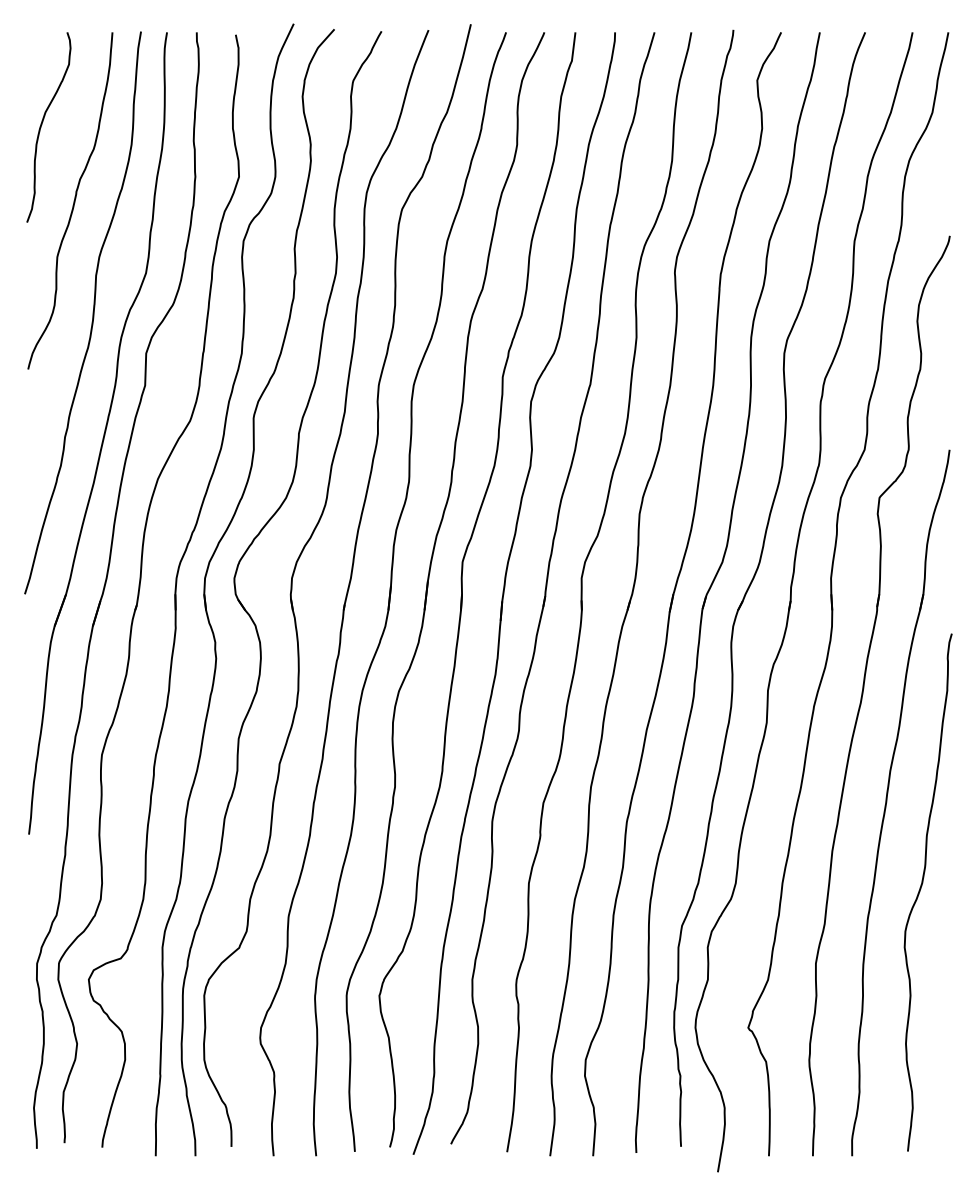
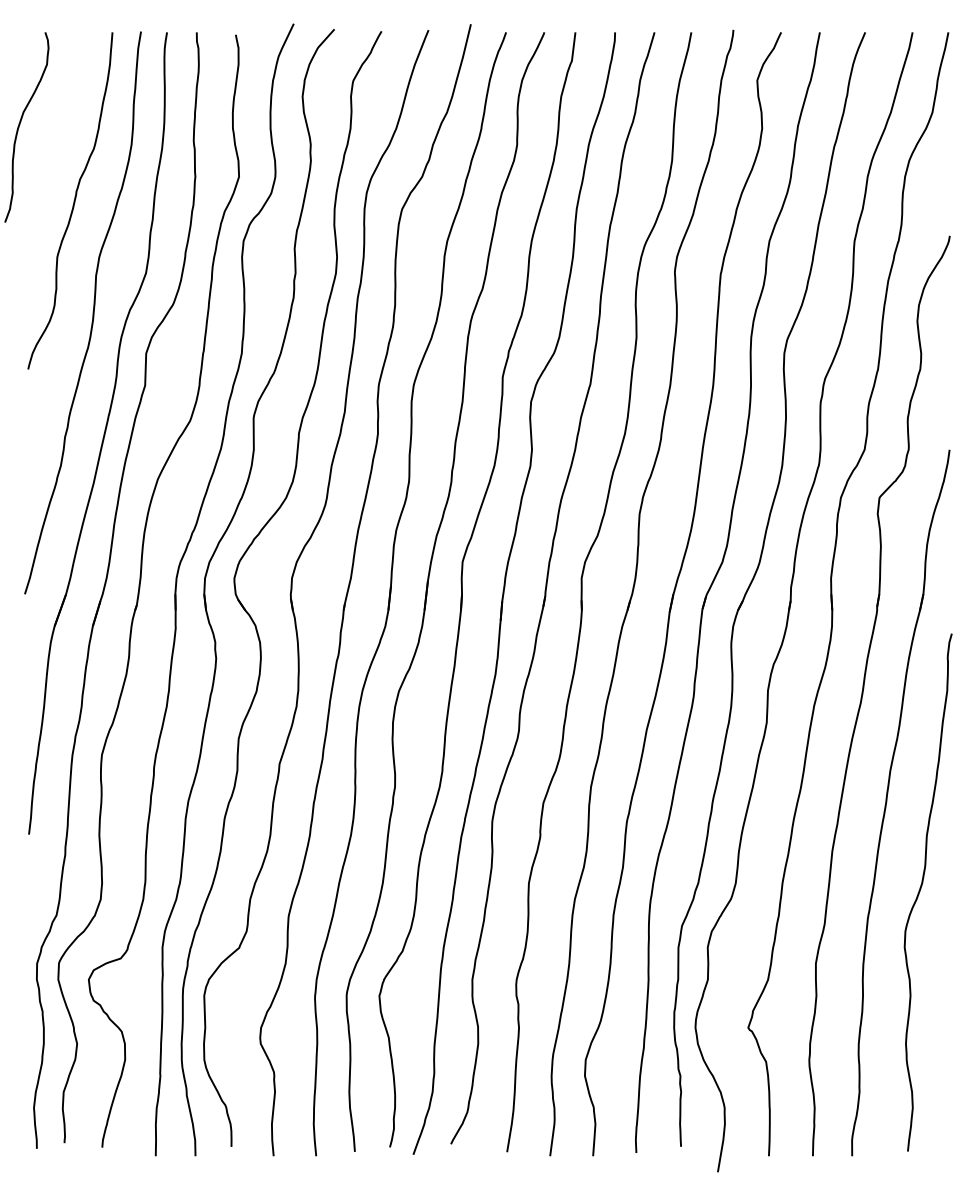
curve at (42, 124) position: (42, 124) -> (20, 124)
